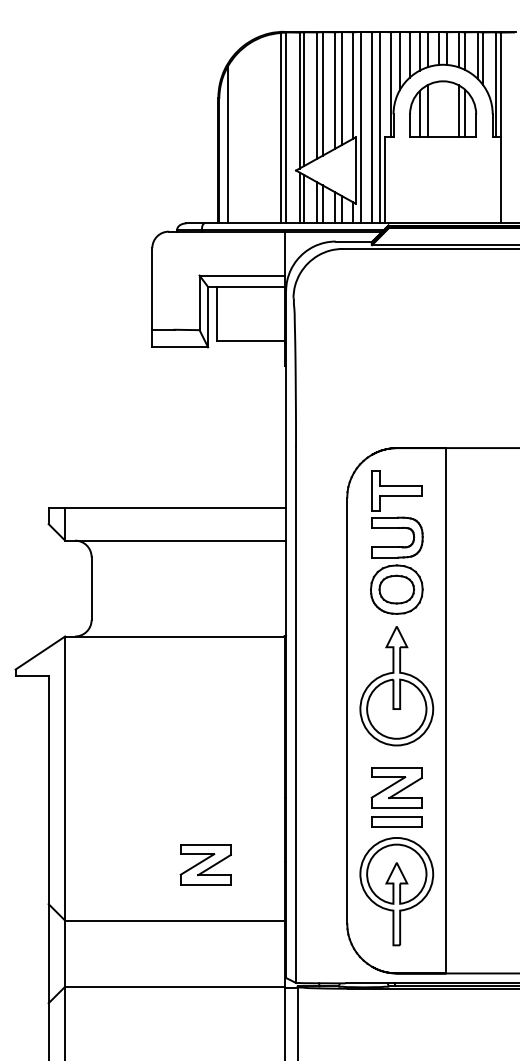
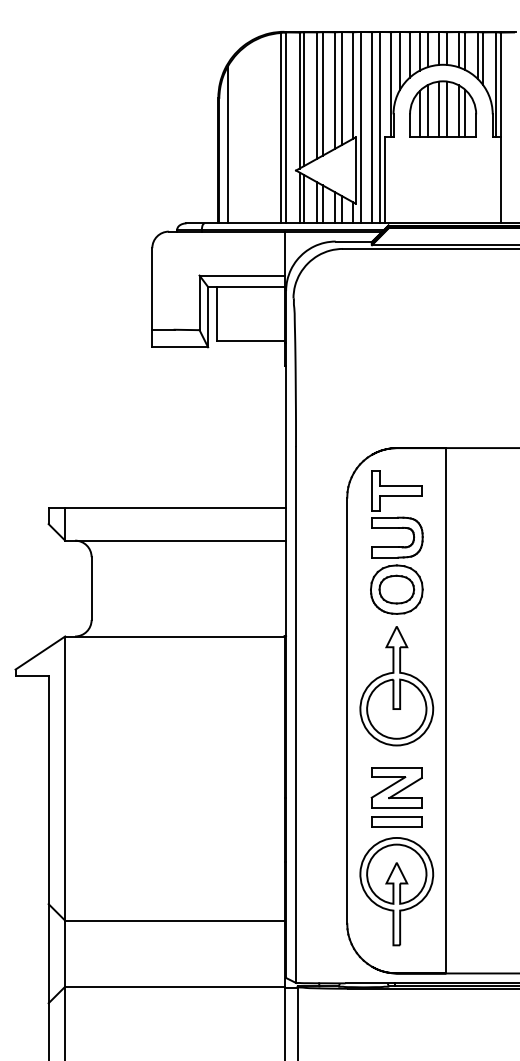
line at (439, 109): none -> present
line at (446, 109): none -> present
part at (205, 864): present -> none
